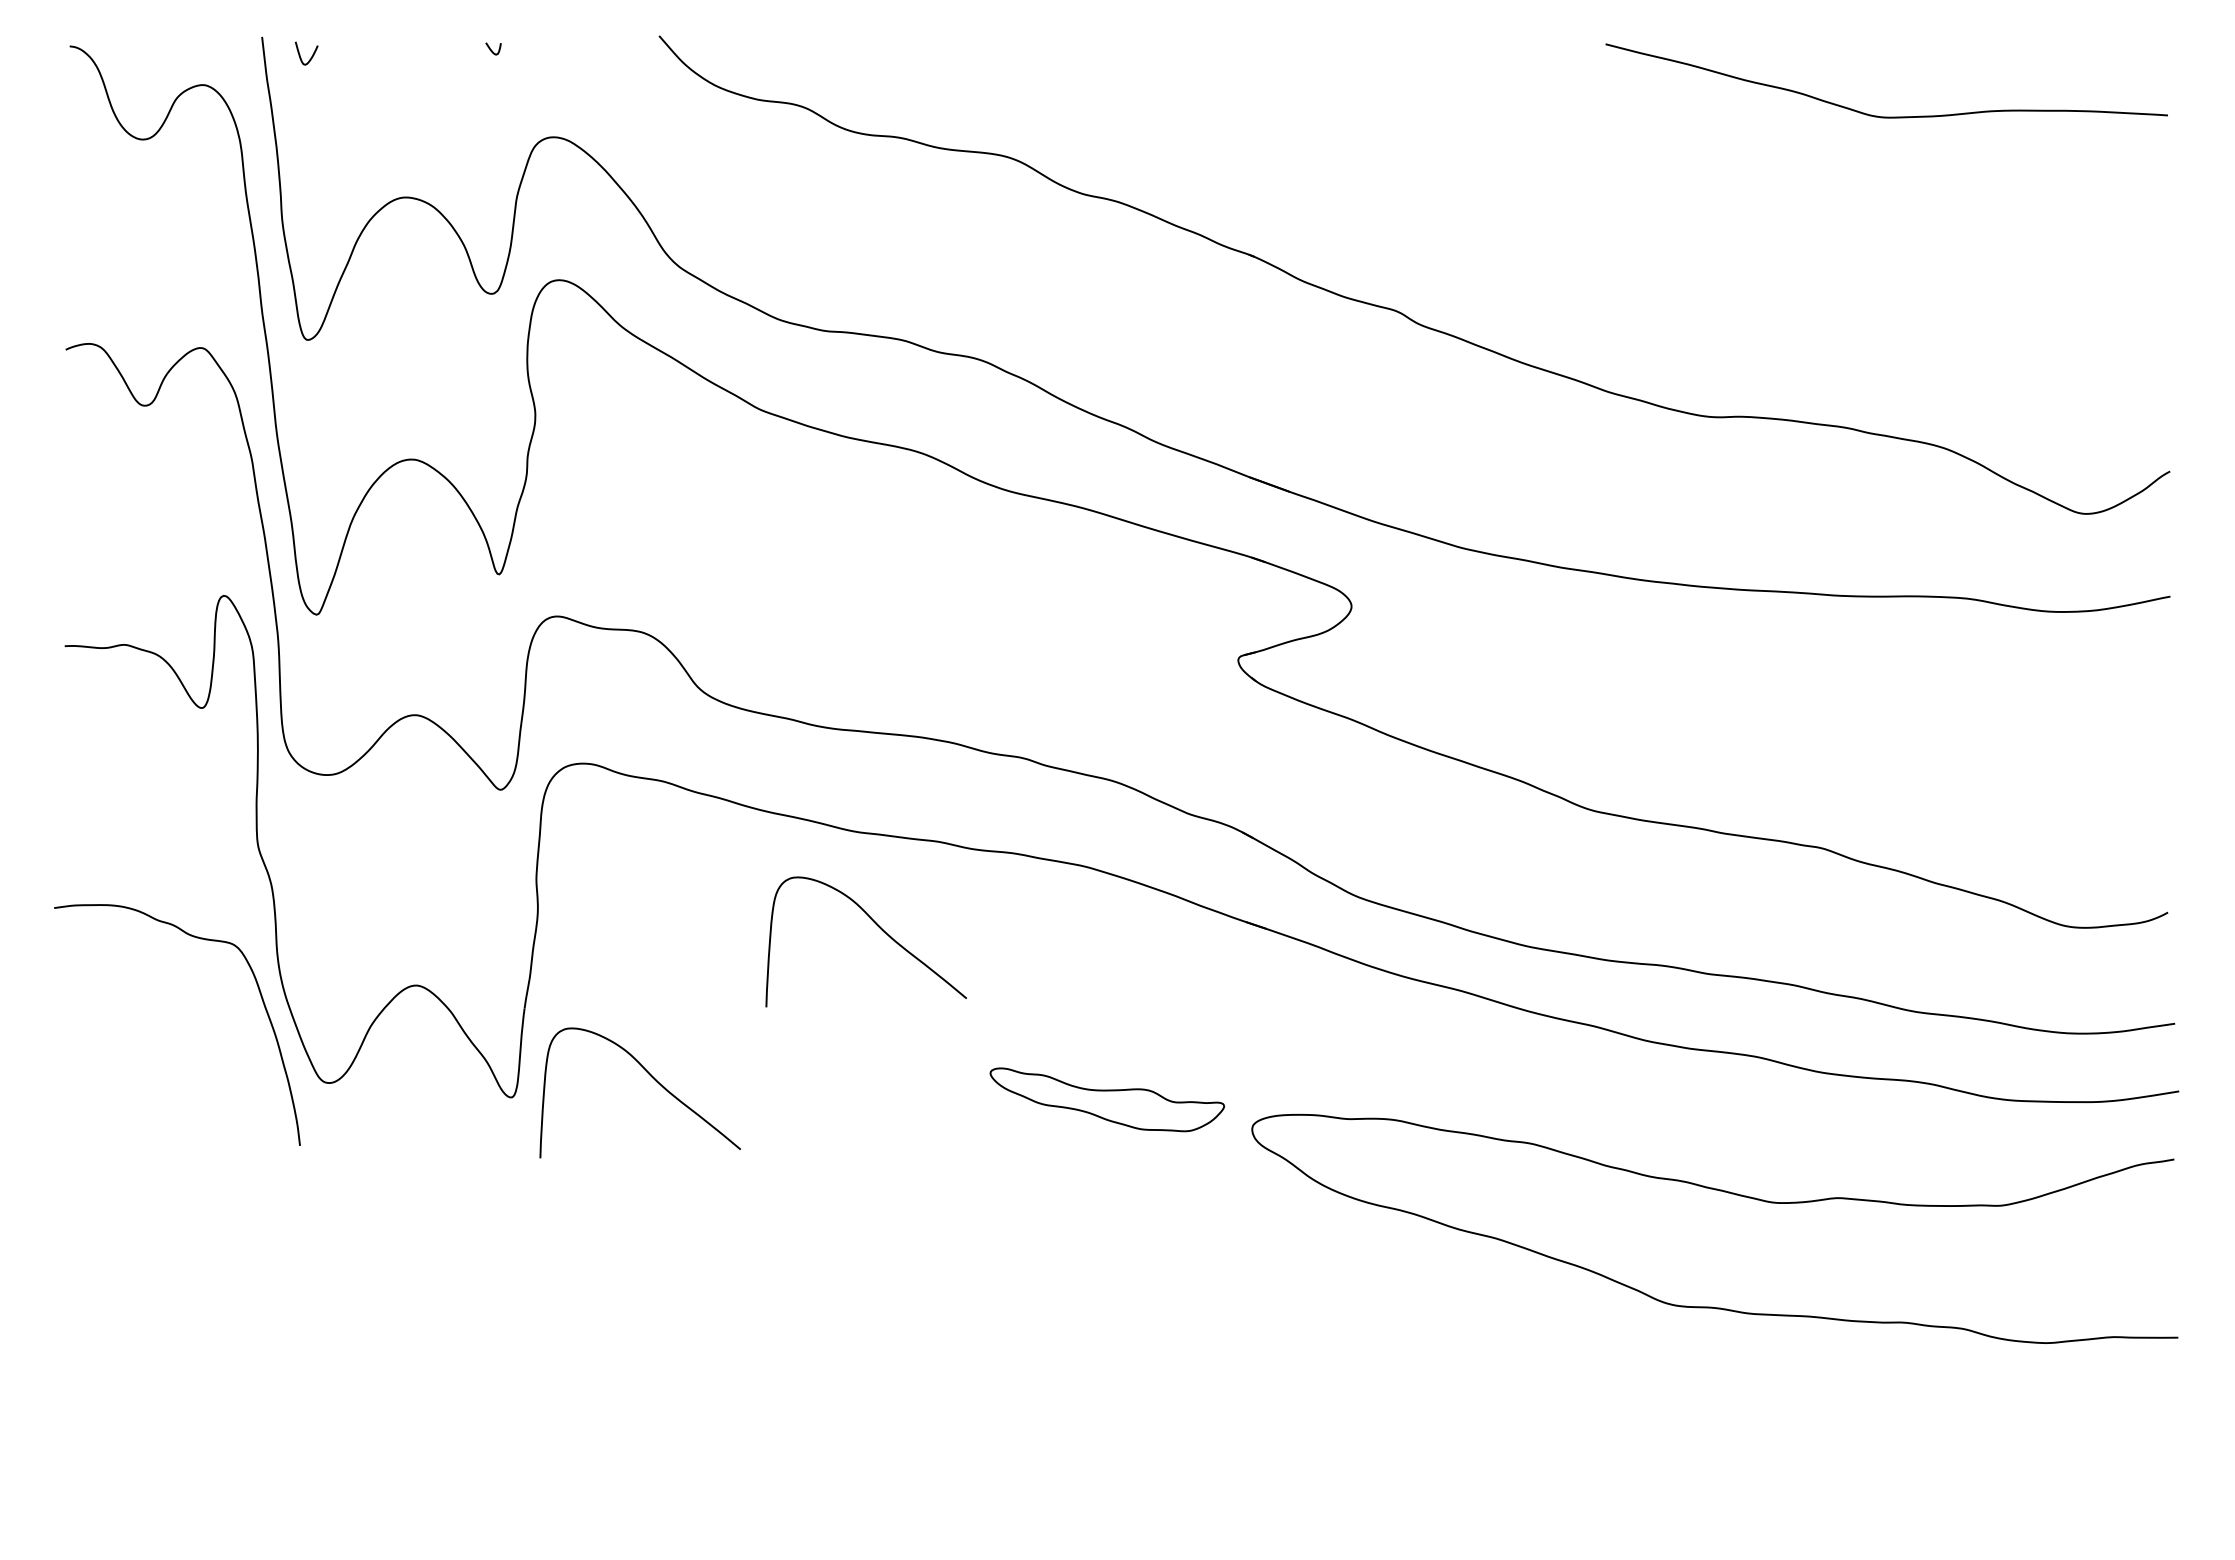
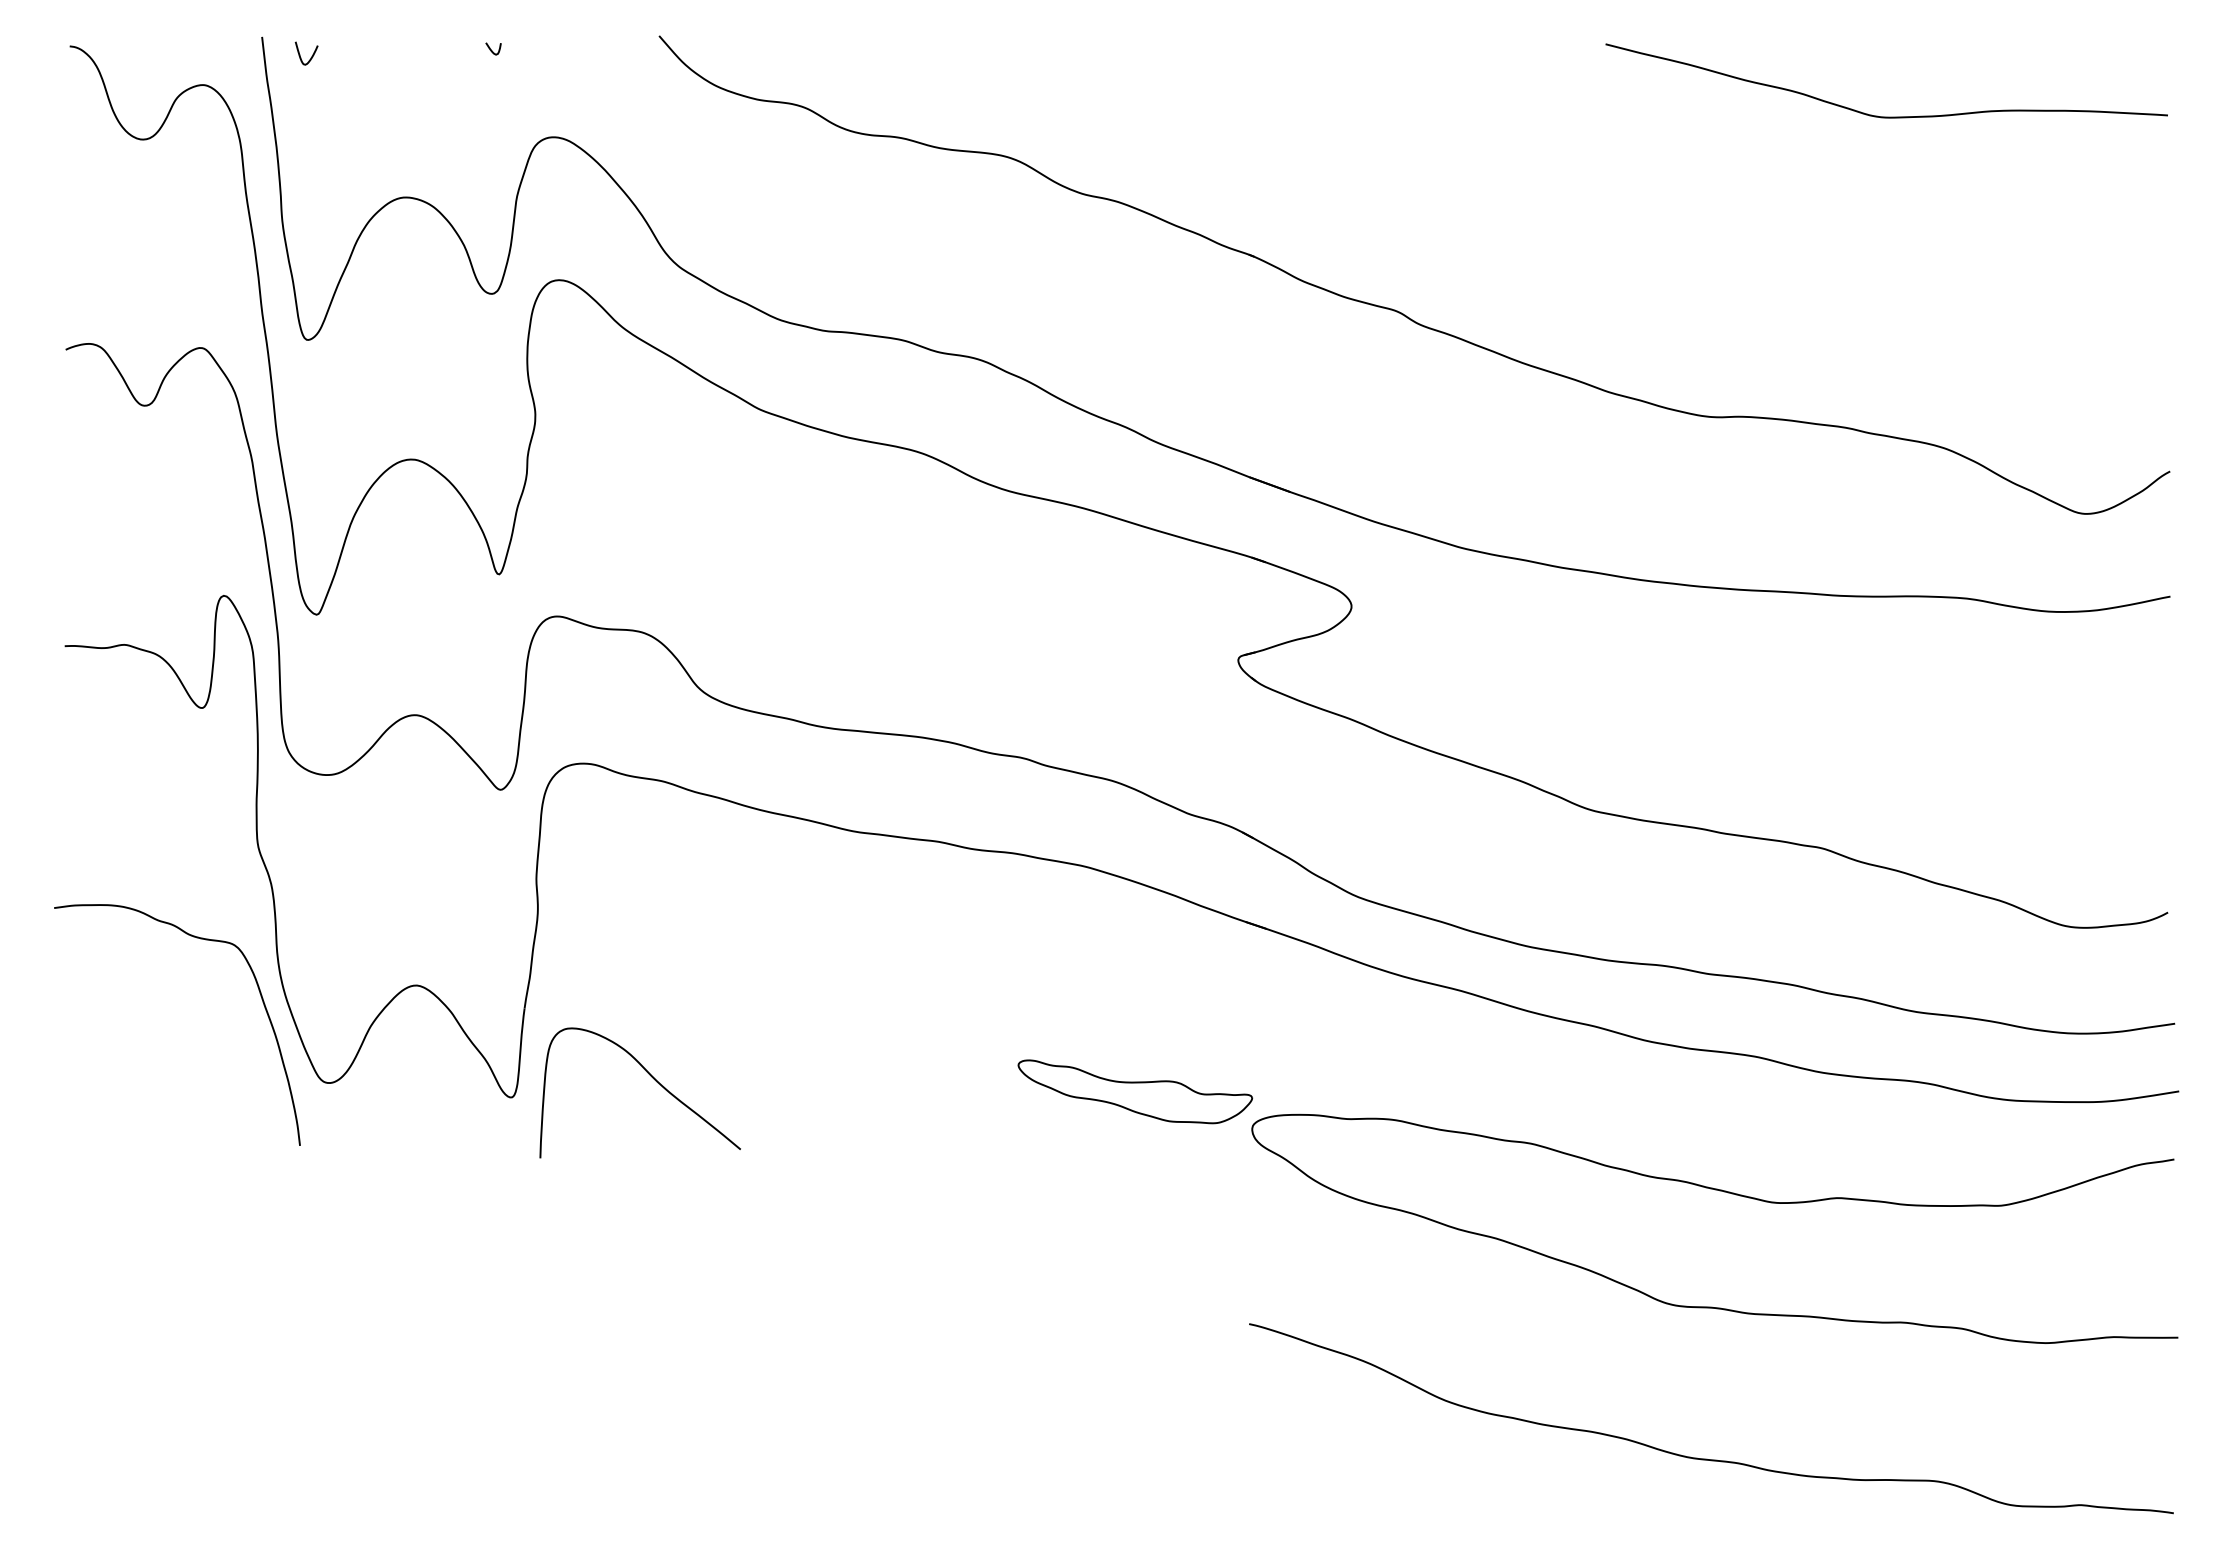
curve at (878, 927): present -> none
part at (1107, 1099) position: (1107, 1099) -> (1135, 1091)
curve at (1707, 1458): none -> present
